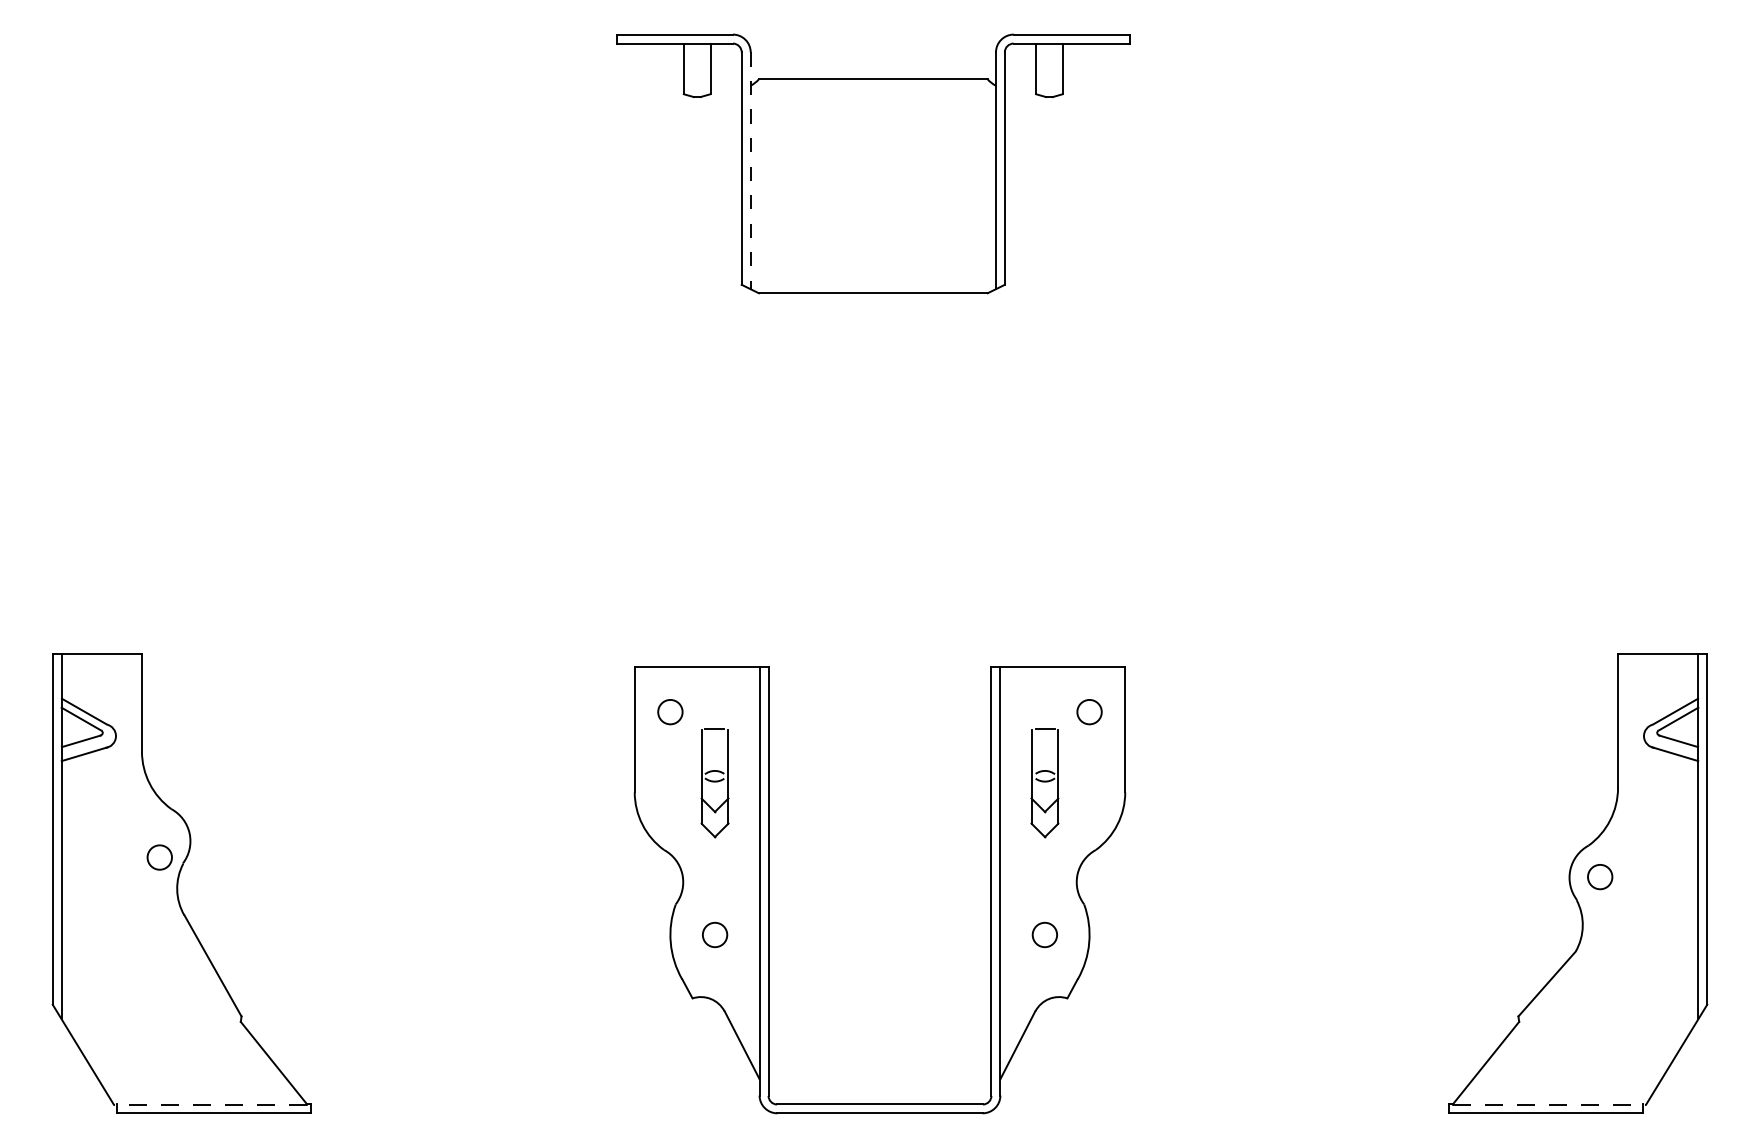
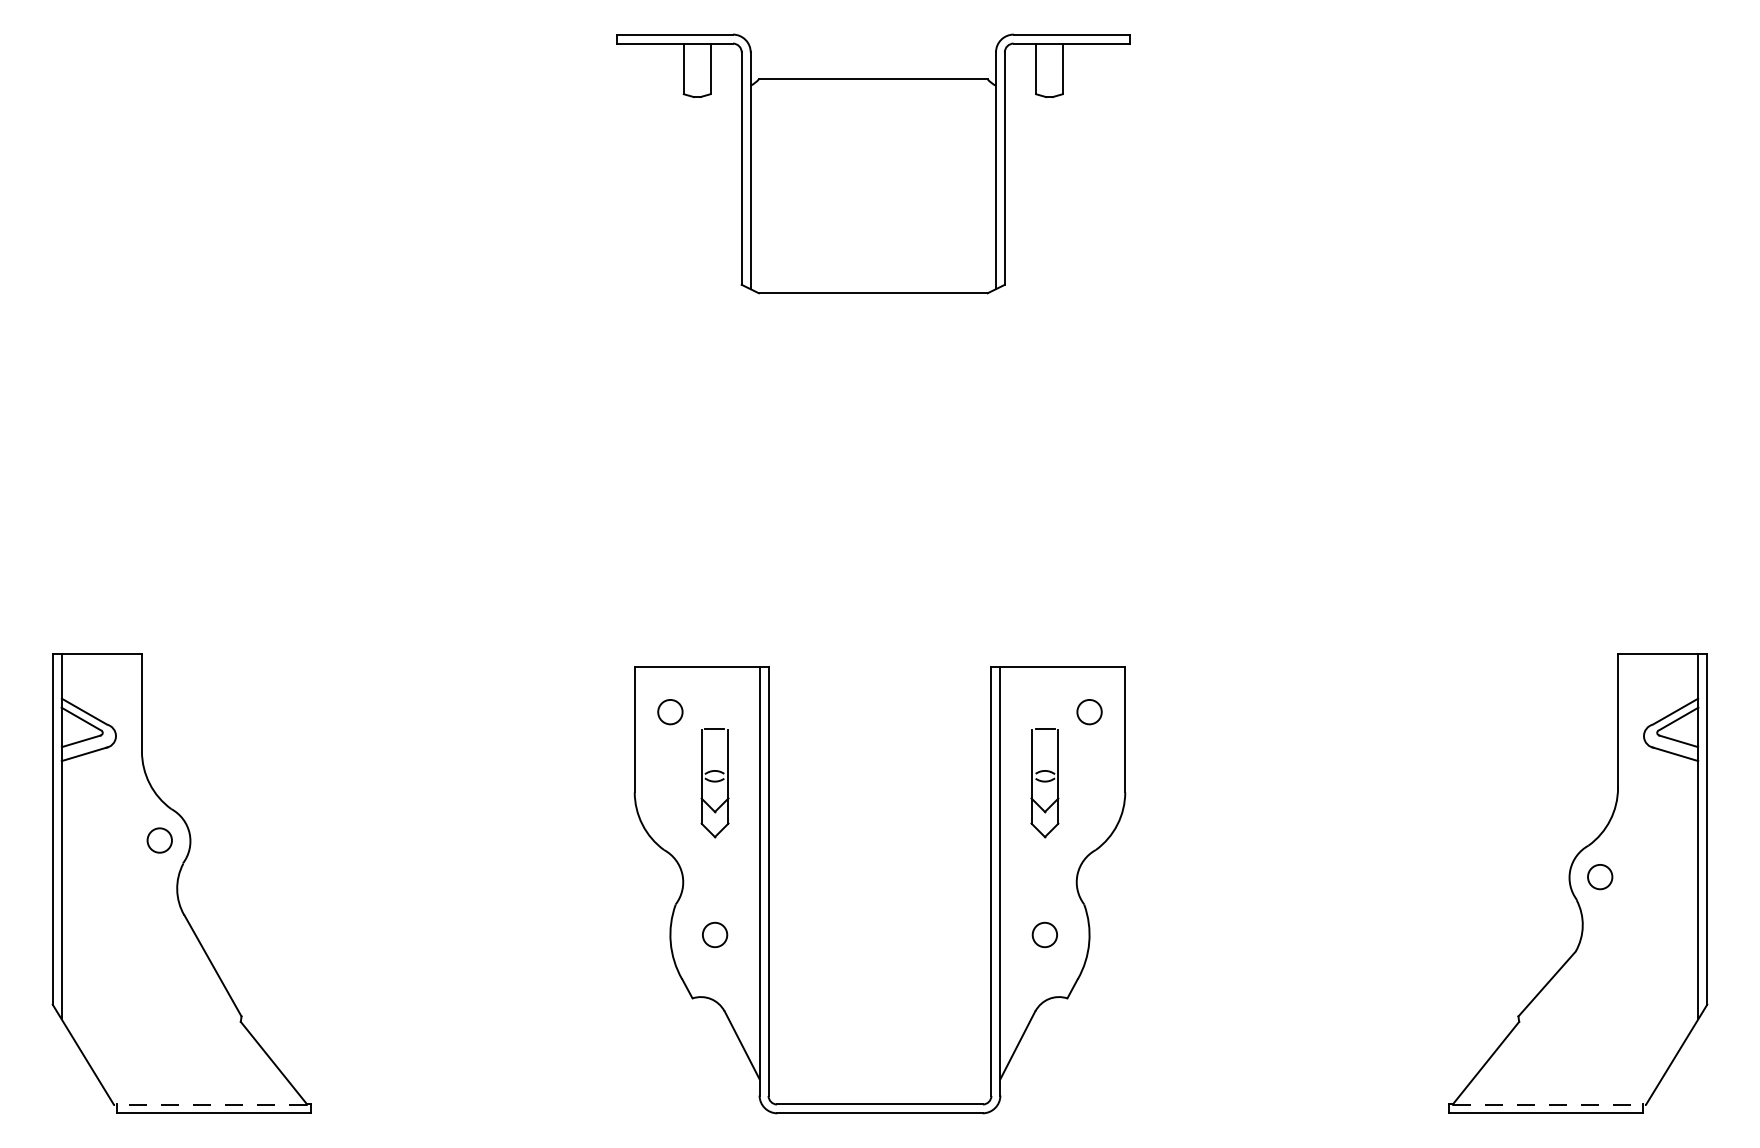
line at (750, 171): dashed -> solid
circle at (159, 857) position: (159, 857) -> (159, 840)
